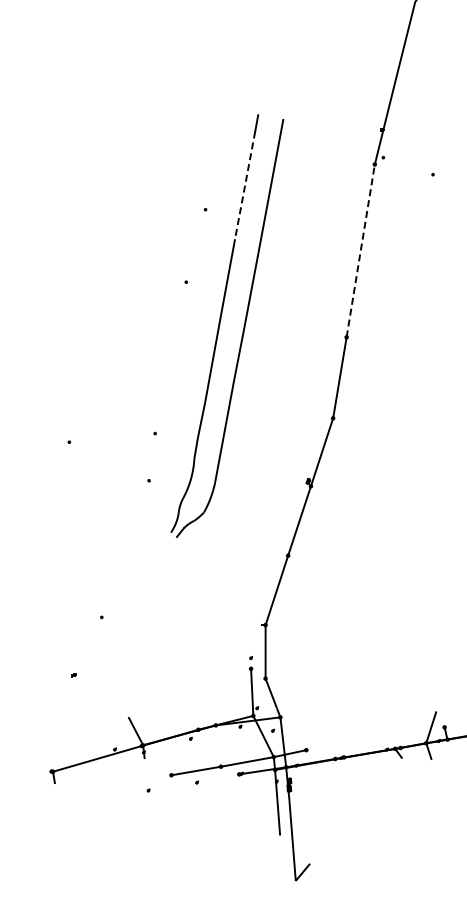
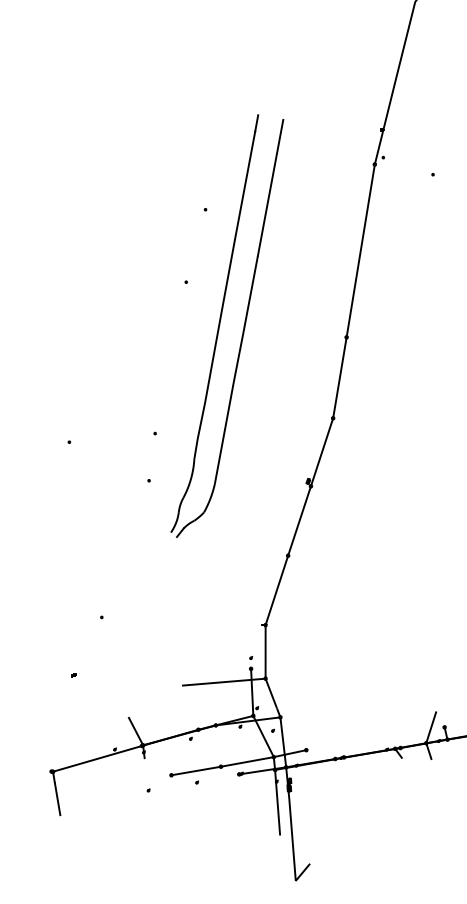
line at (245, 185): dashed -> solid
line at (360, 250): dashed -> solid
line at (223, 681): none -> present
line at (57, 799): none -> present
